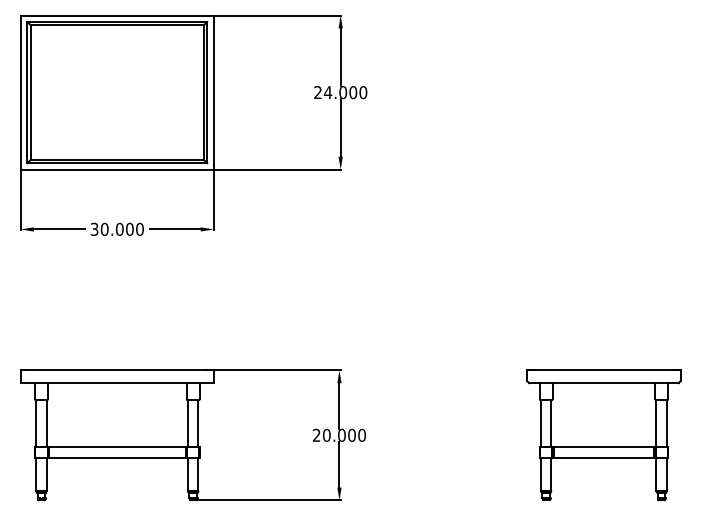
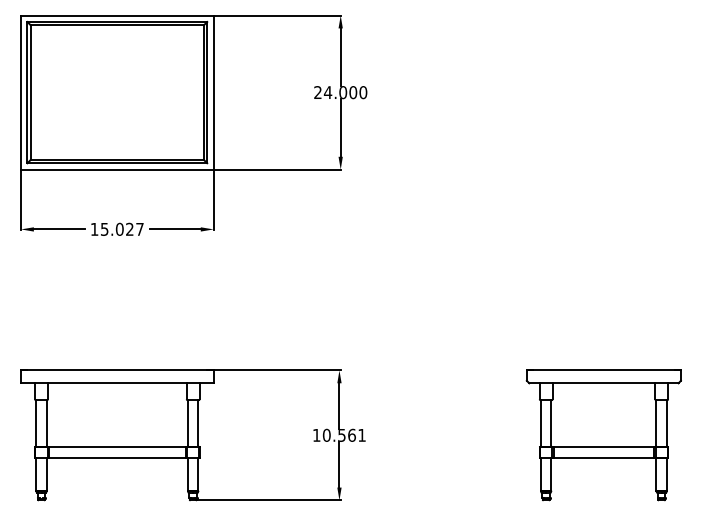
text at (116, 228): 30.000 -> 15.027
text at (339, 434): 20.000 -> 10.561
